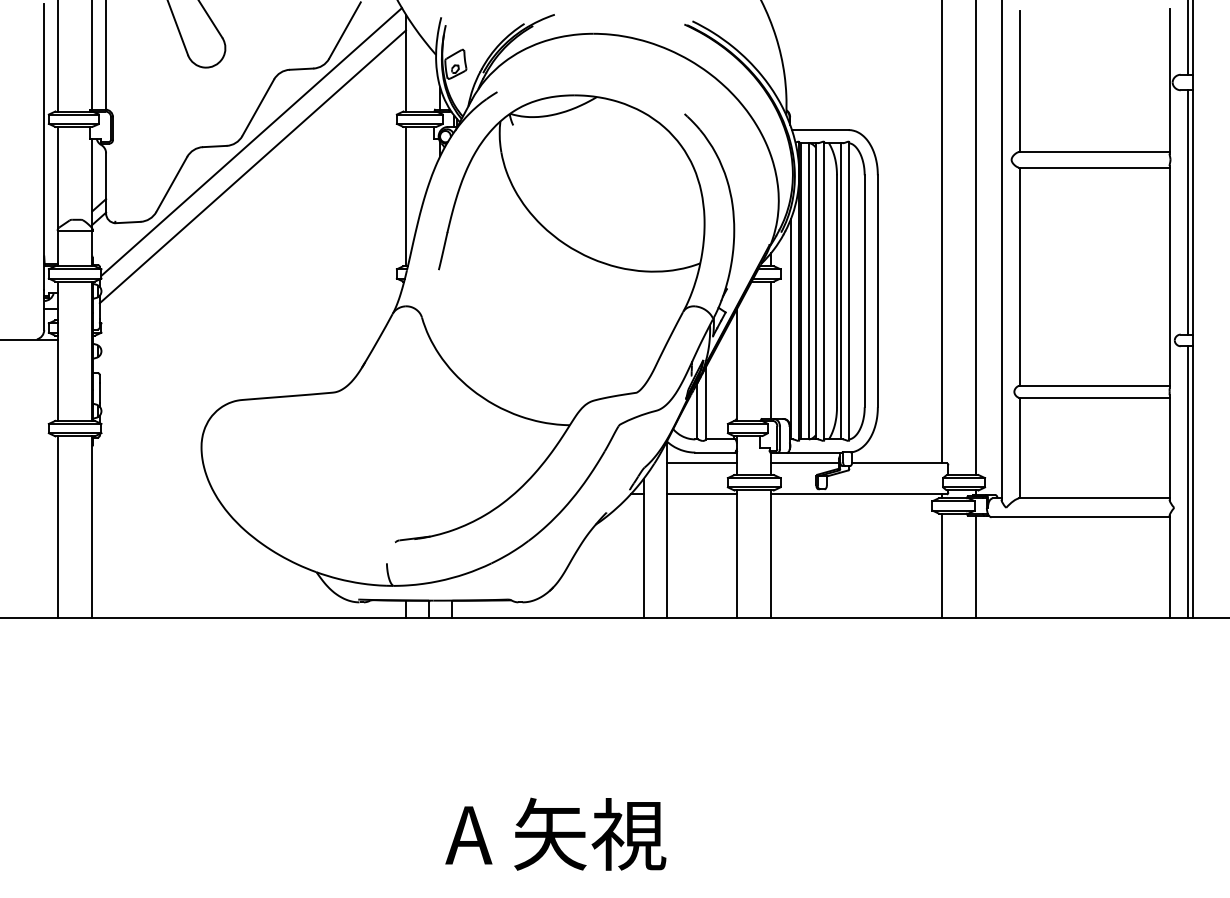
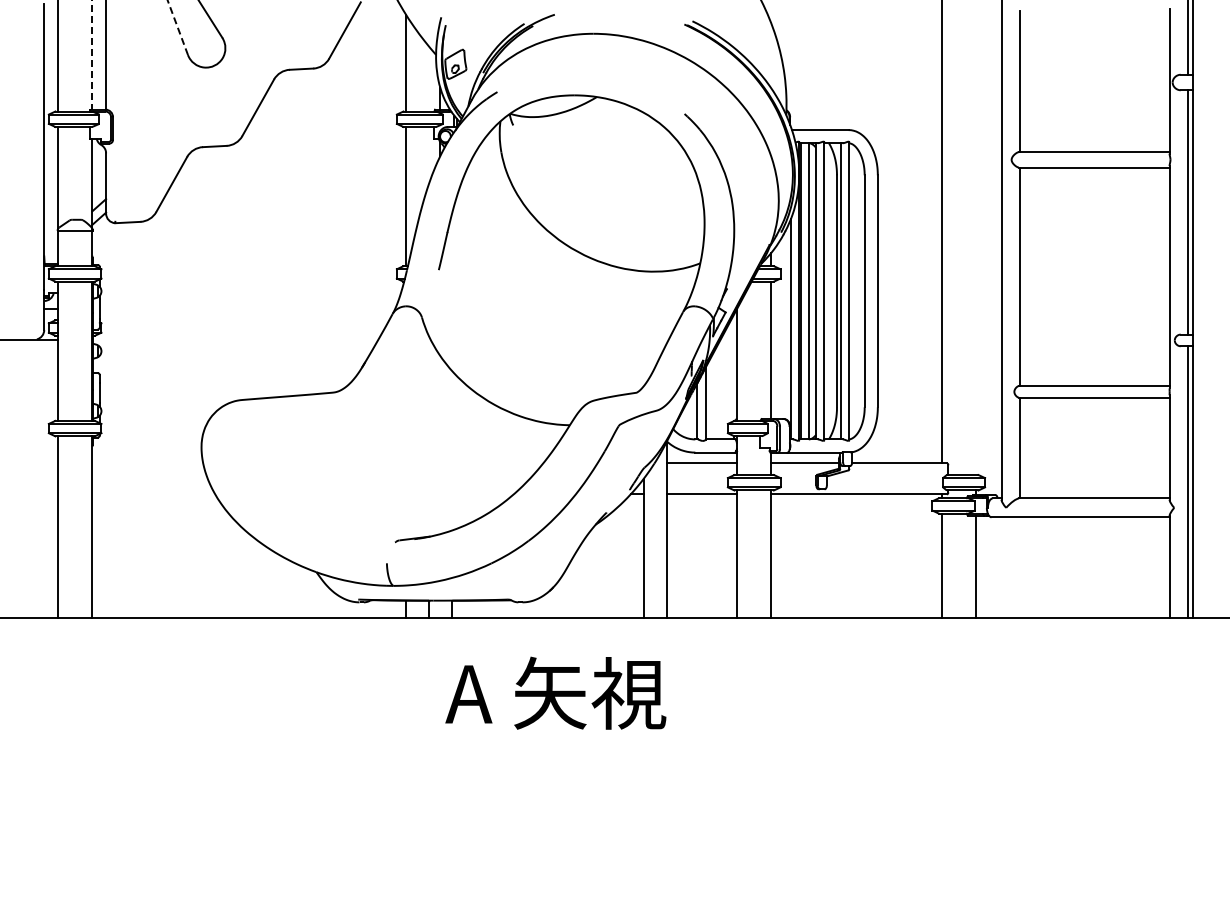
line at (177, 27): solid -> dashed
line at (92, 54): solid -> dashed
line at (251, 141): present -> none
line at (252, 166): present -> none
line at (975, 238): present -> none
text at (555, 833) position: (555, 833) -> (555, 692)
